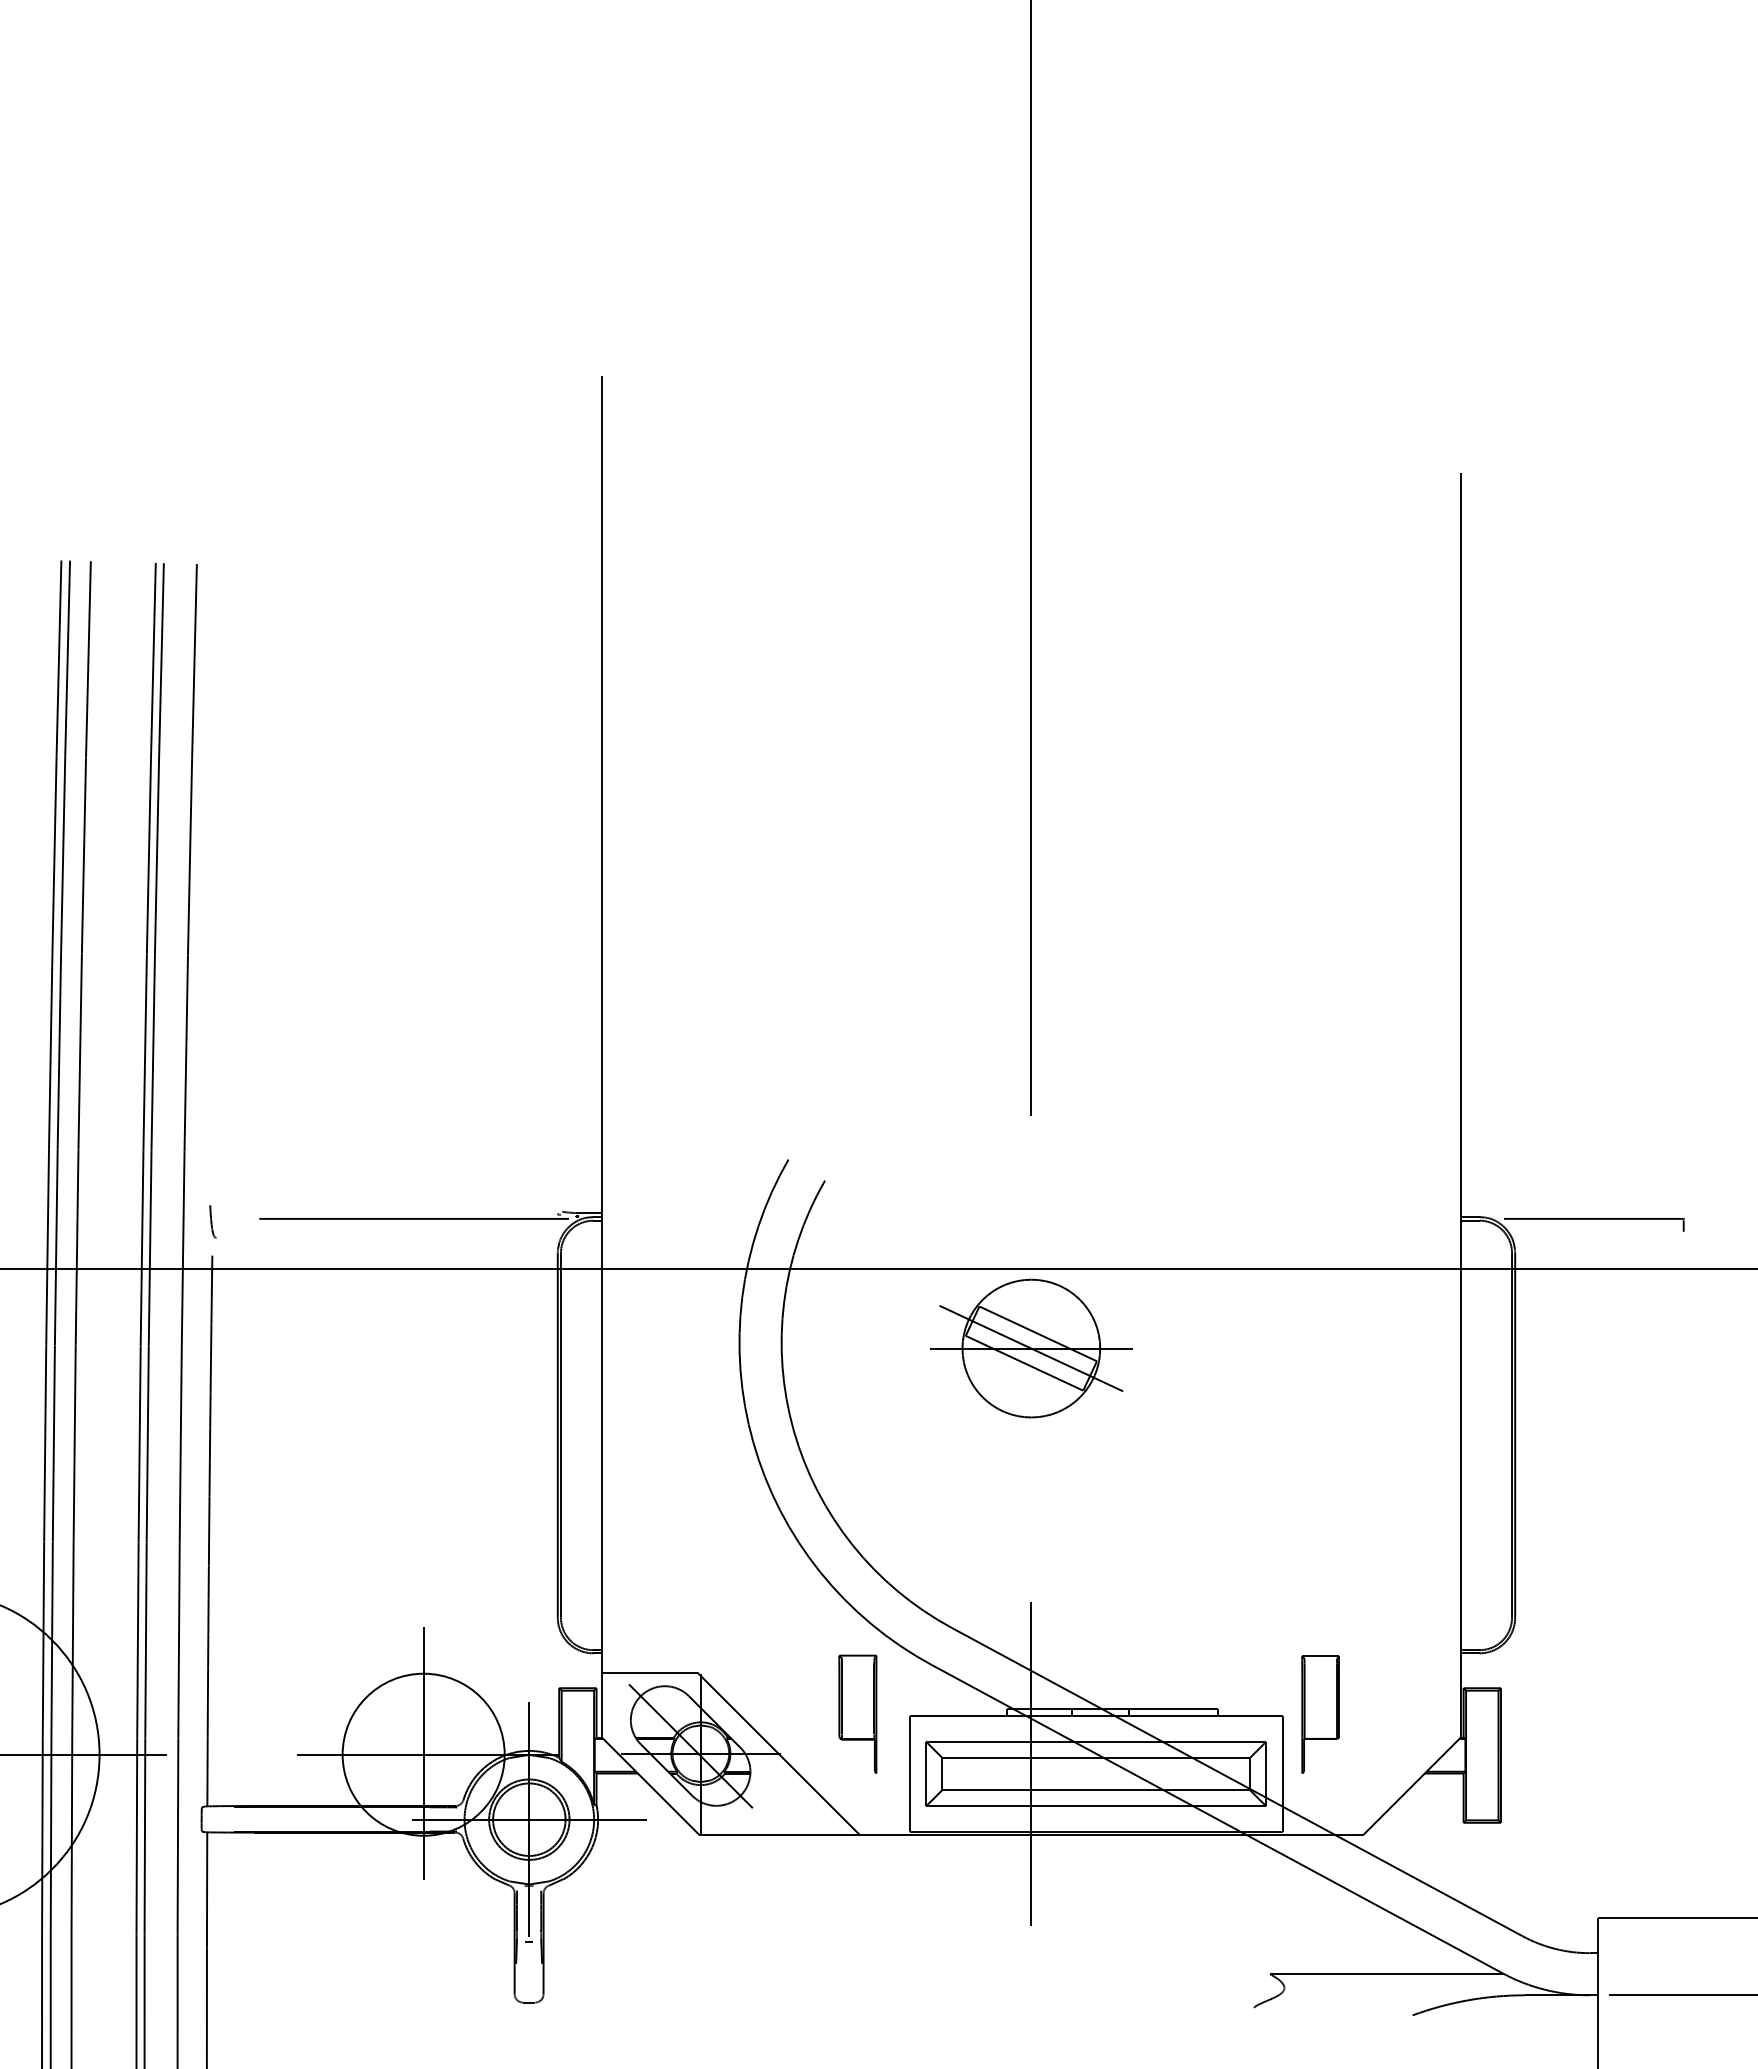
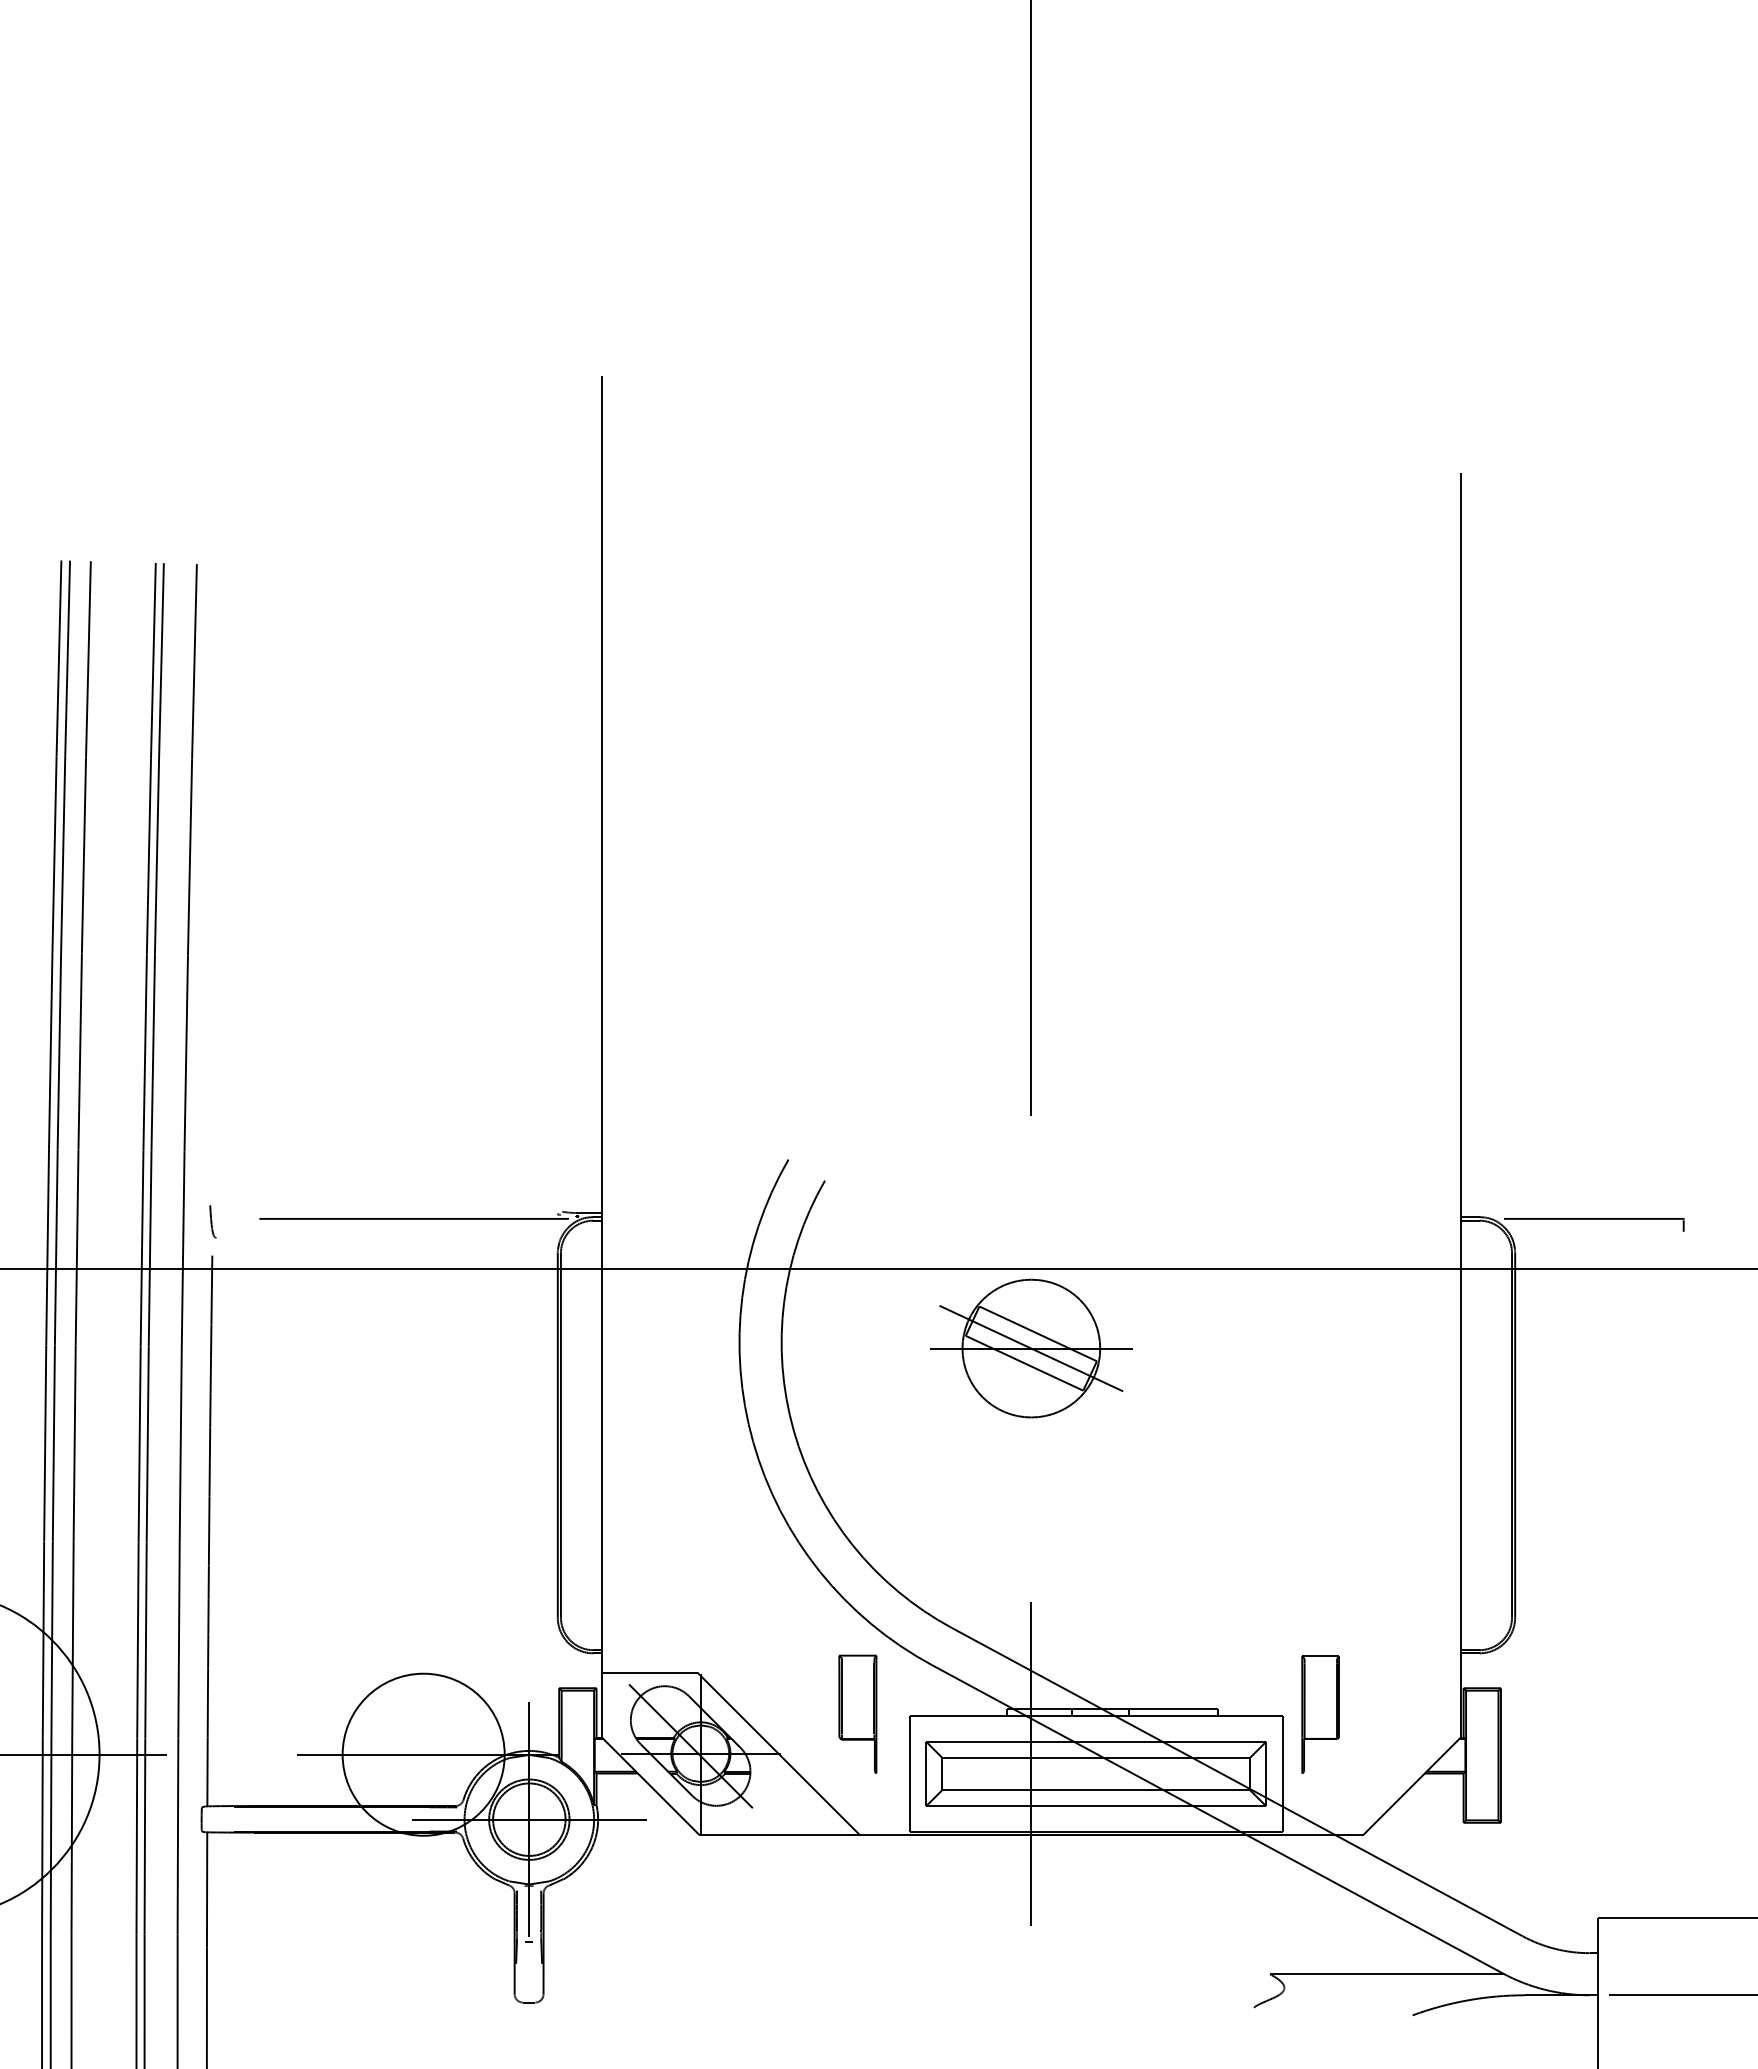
line at (423, 1752): present -> none
